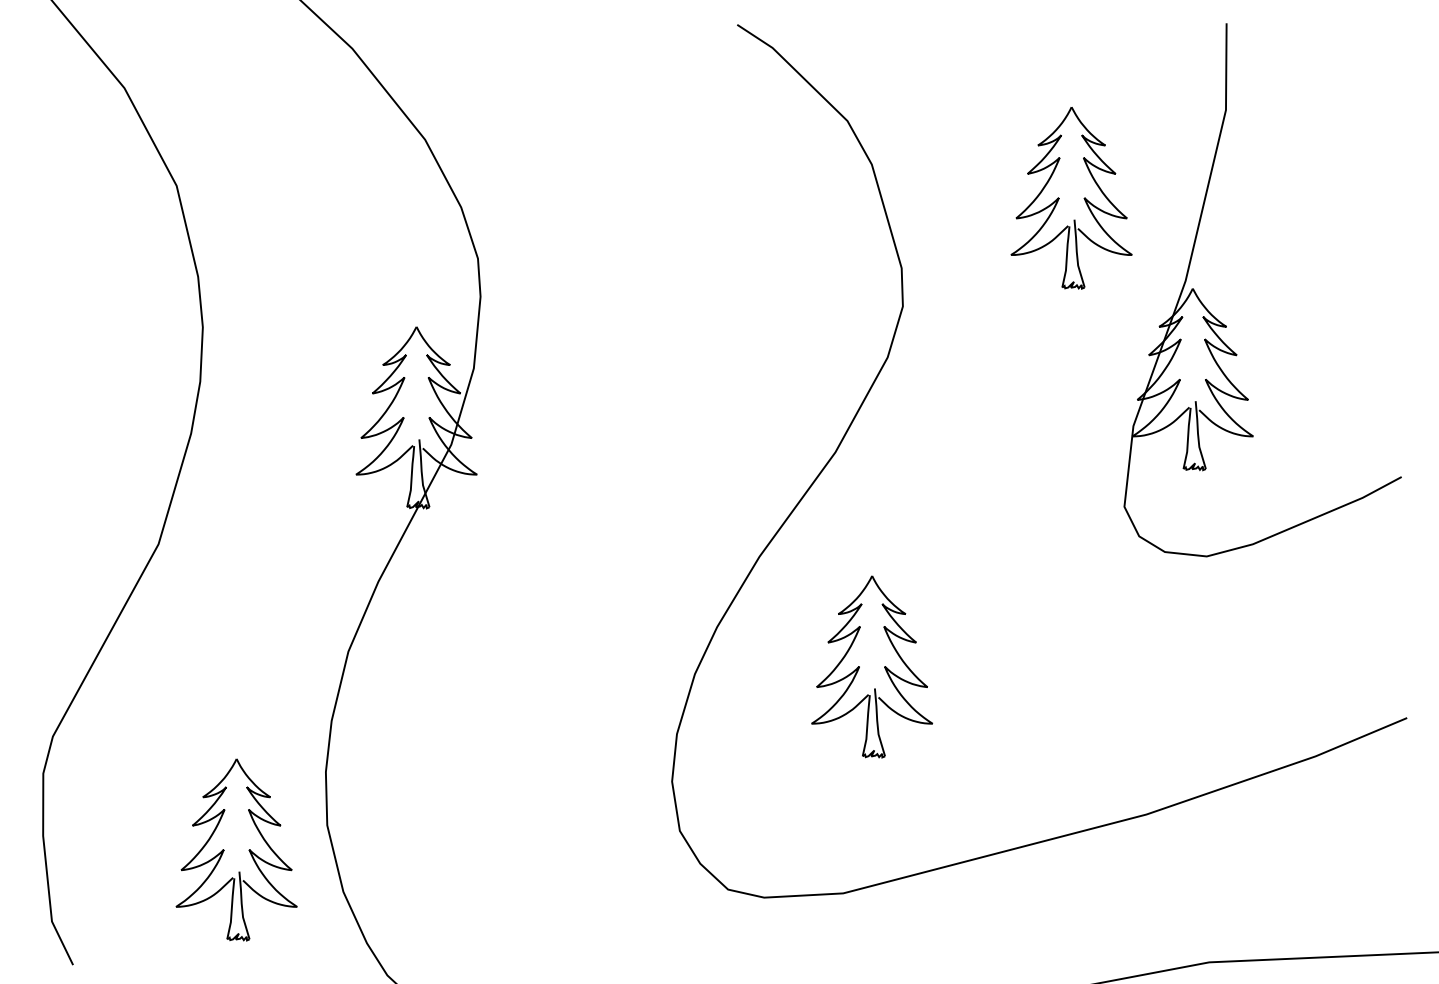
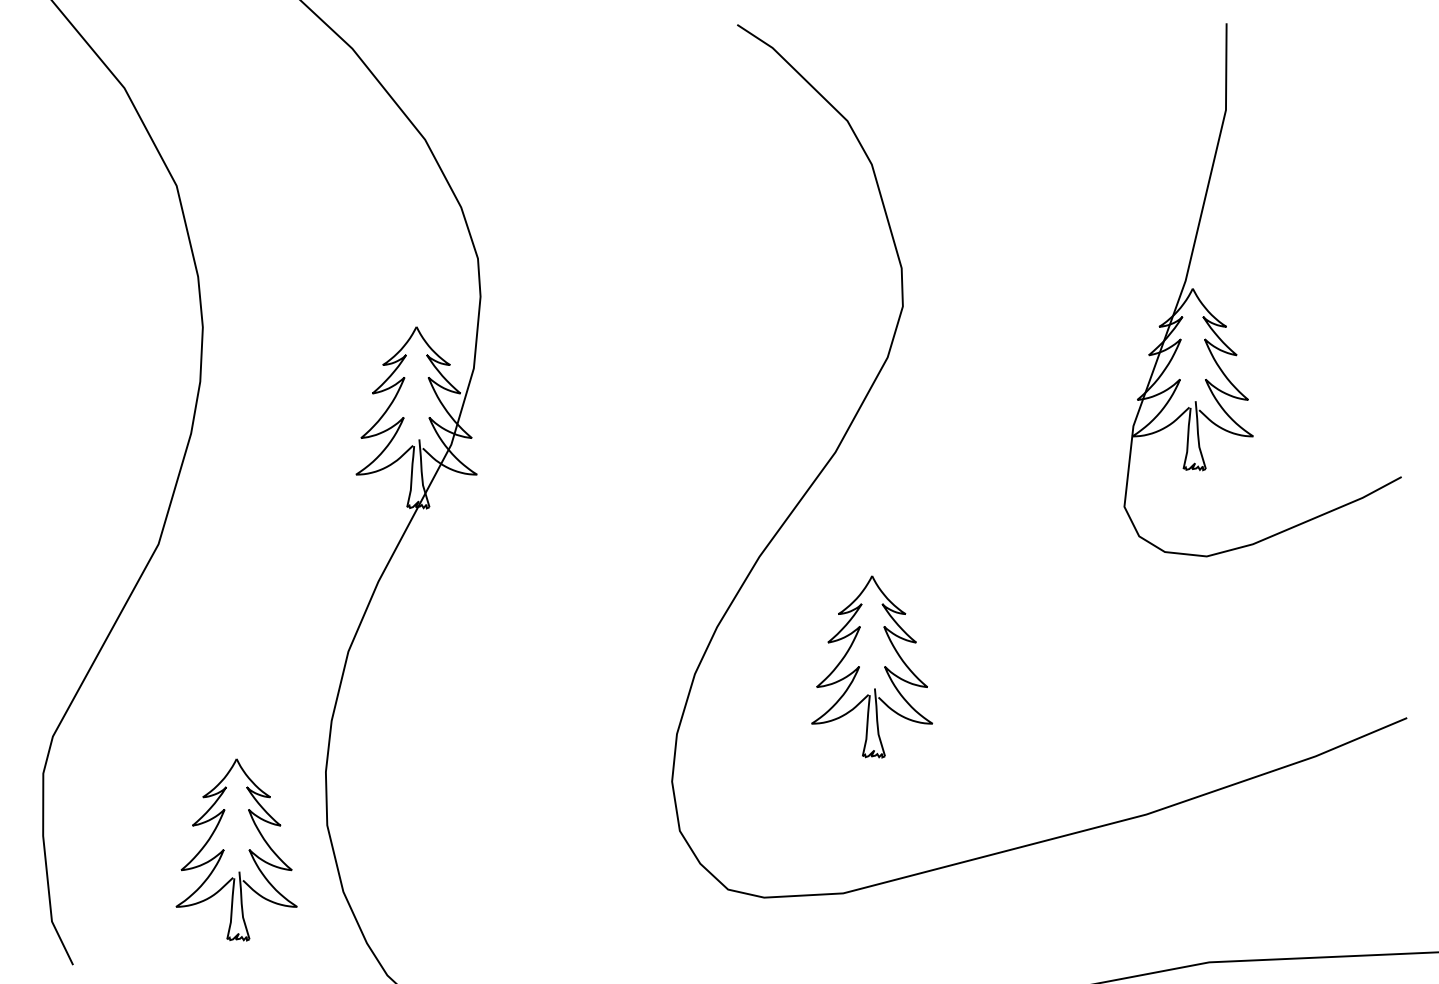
part at (1071, 198): present -> none
